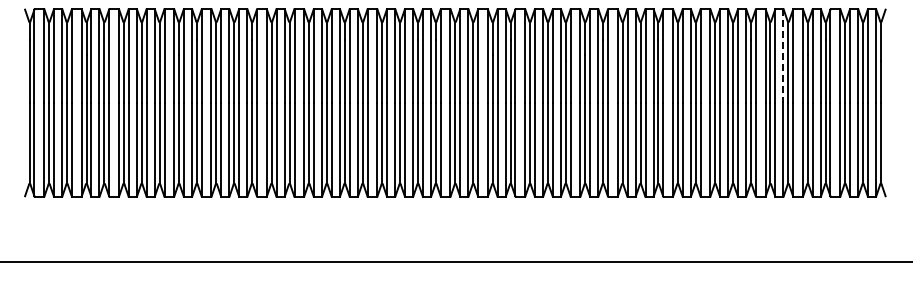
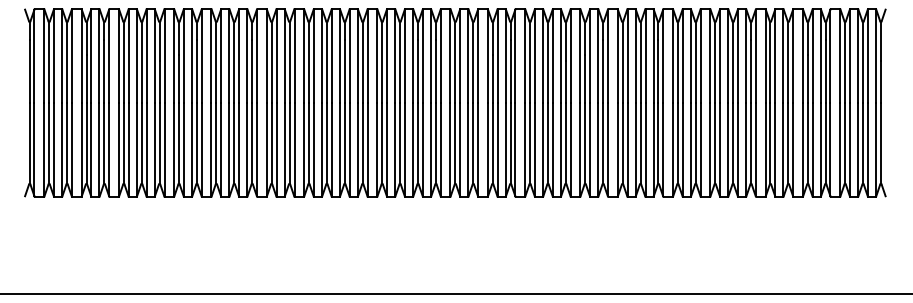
line at (783, 56): dashed -> solid
line at (455, 261) position: (455, 261) -> (455, 293)
